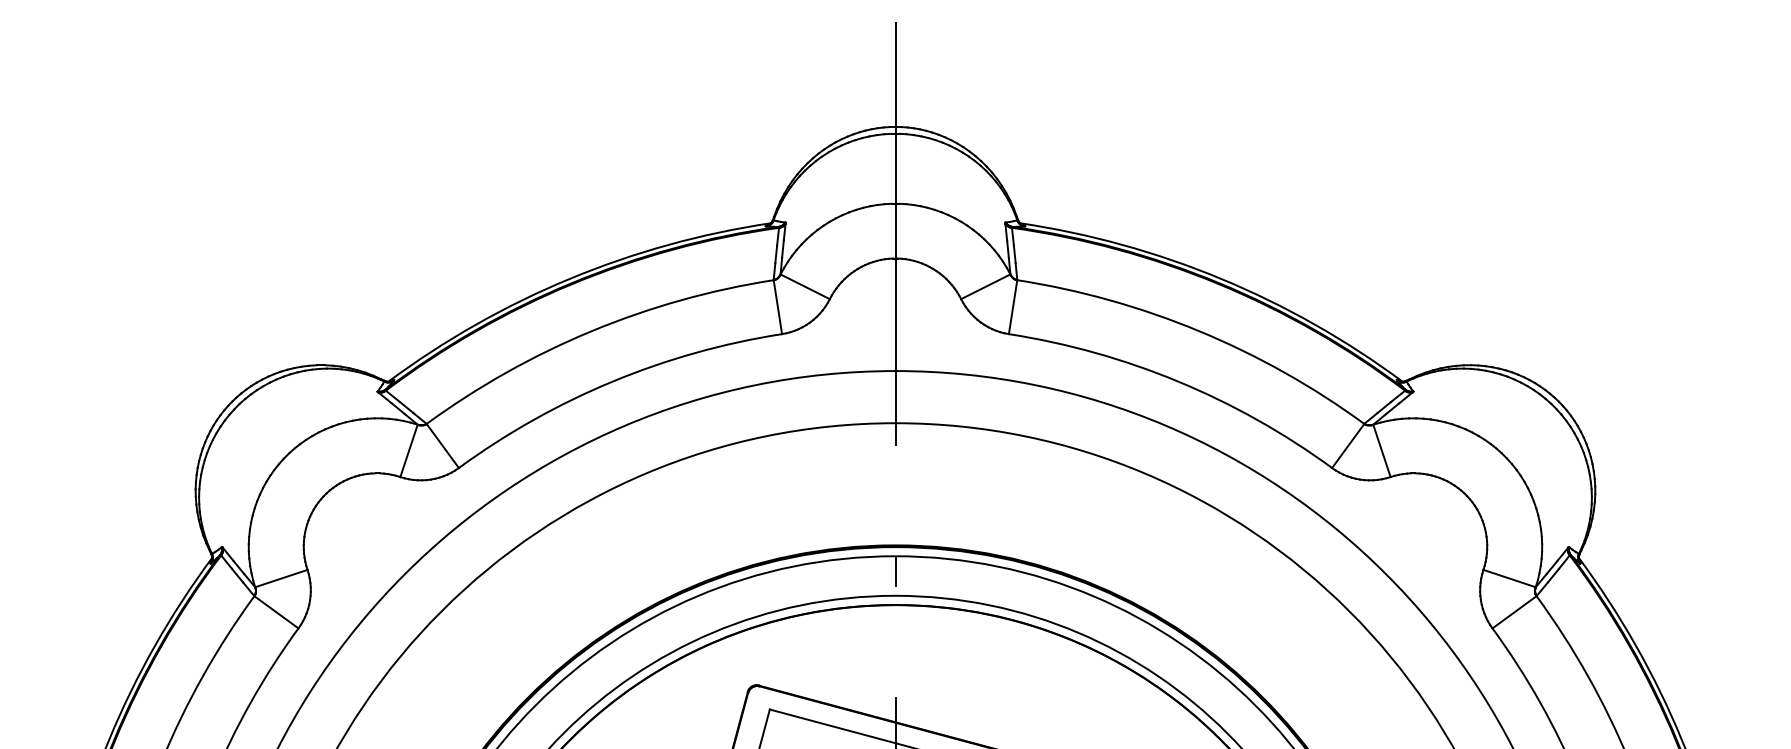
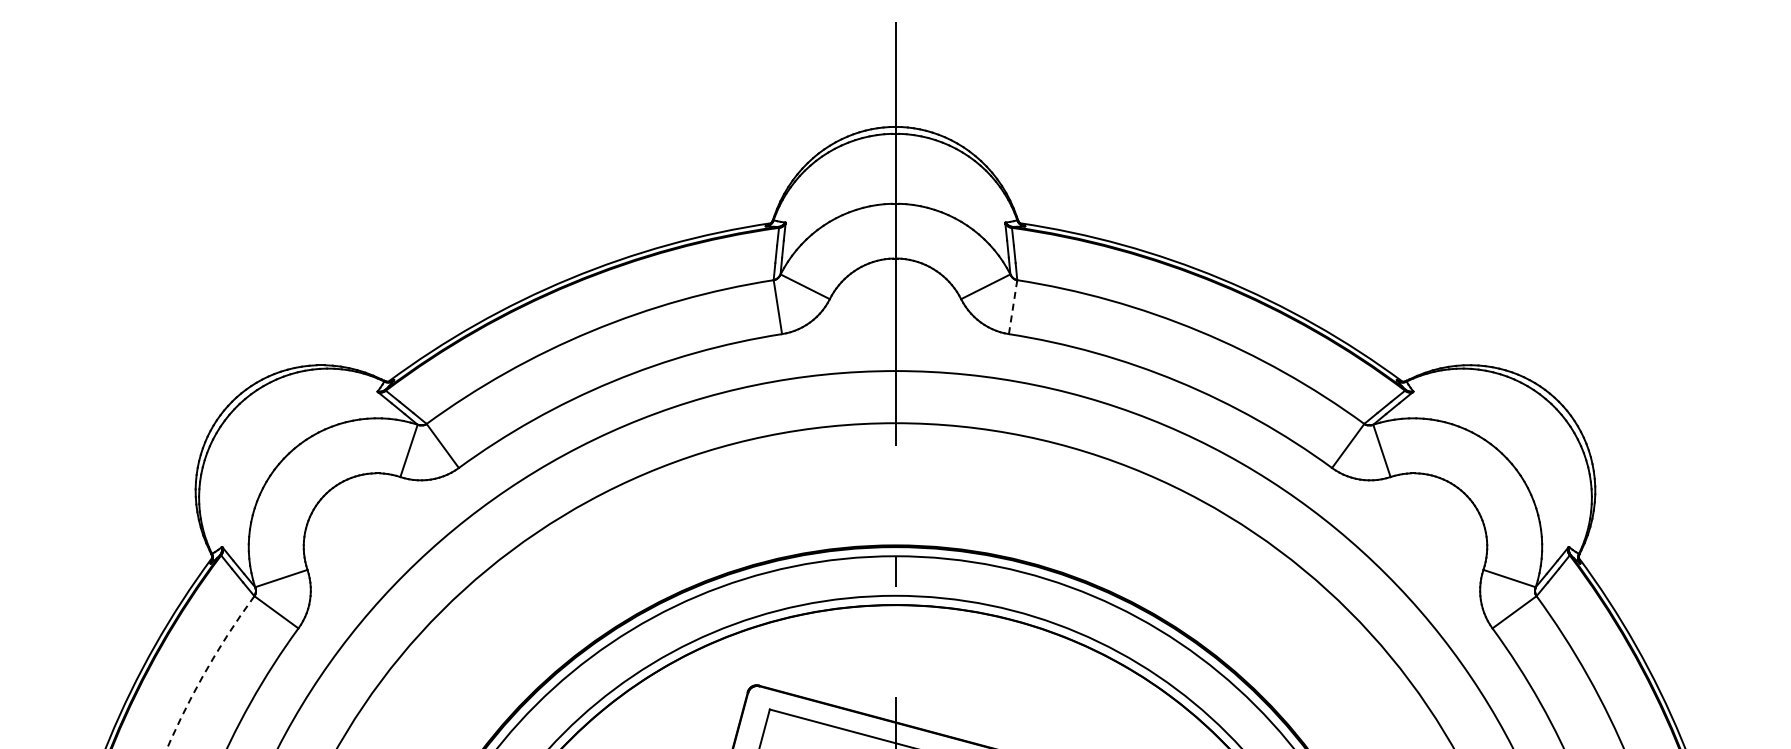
line at (1013, 307): solid -> dashed
arc at (206, 670): solid -> dashed
